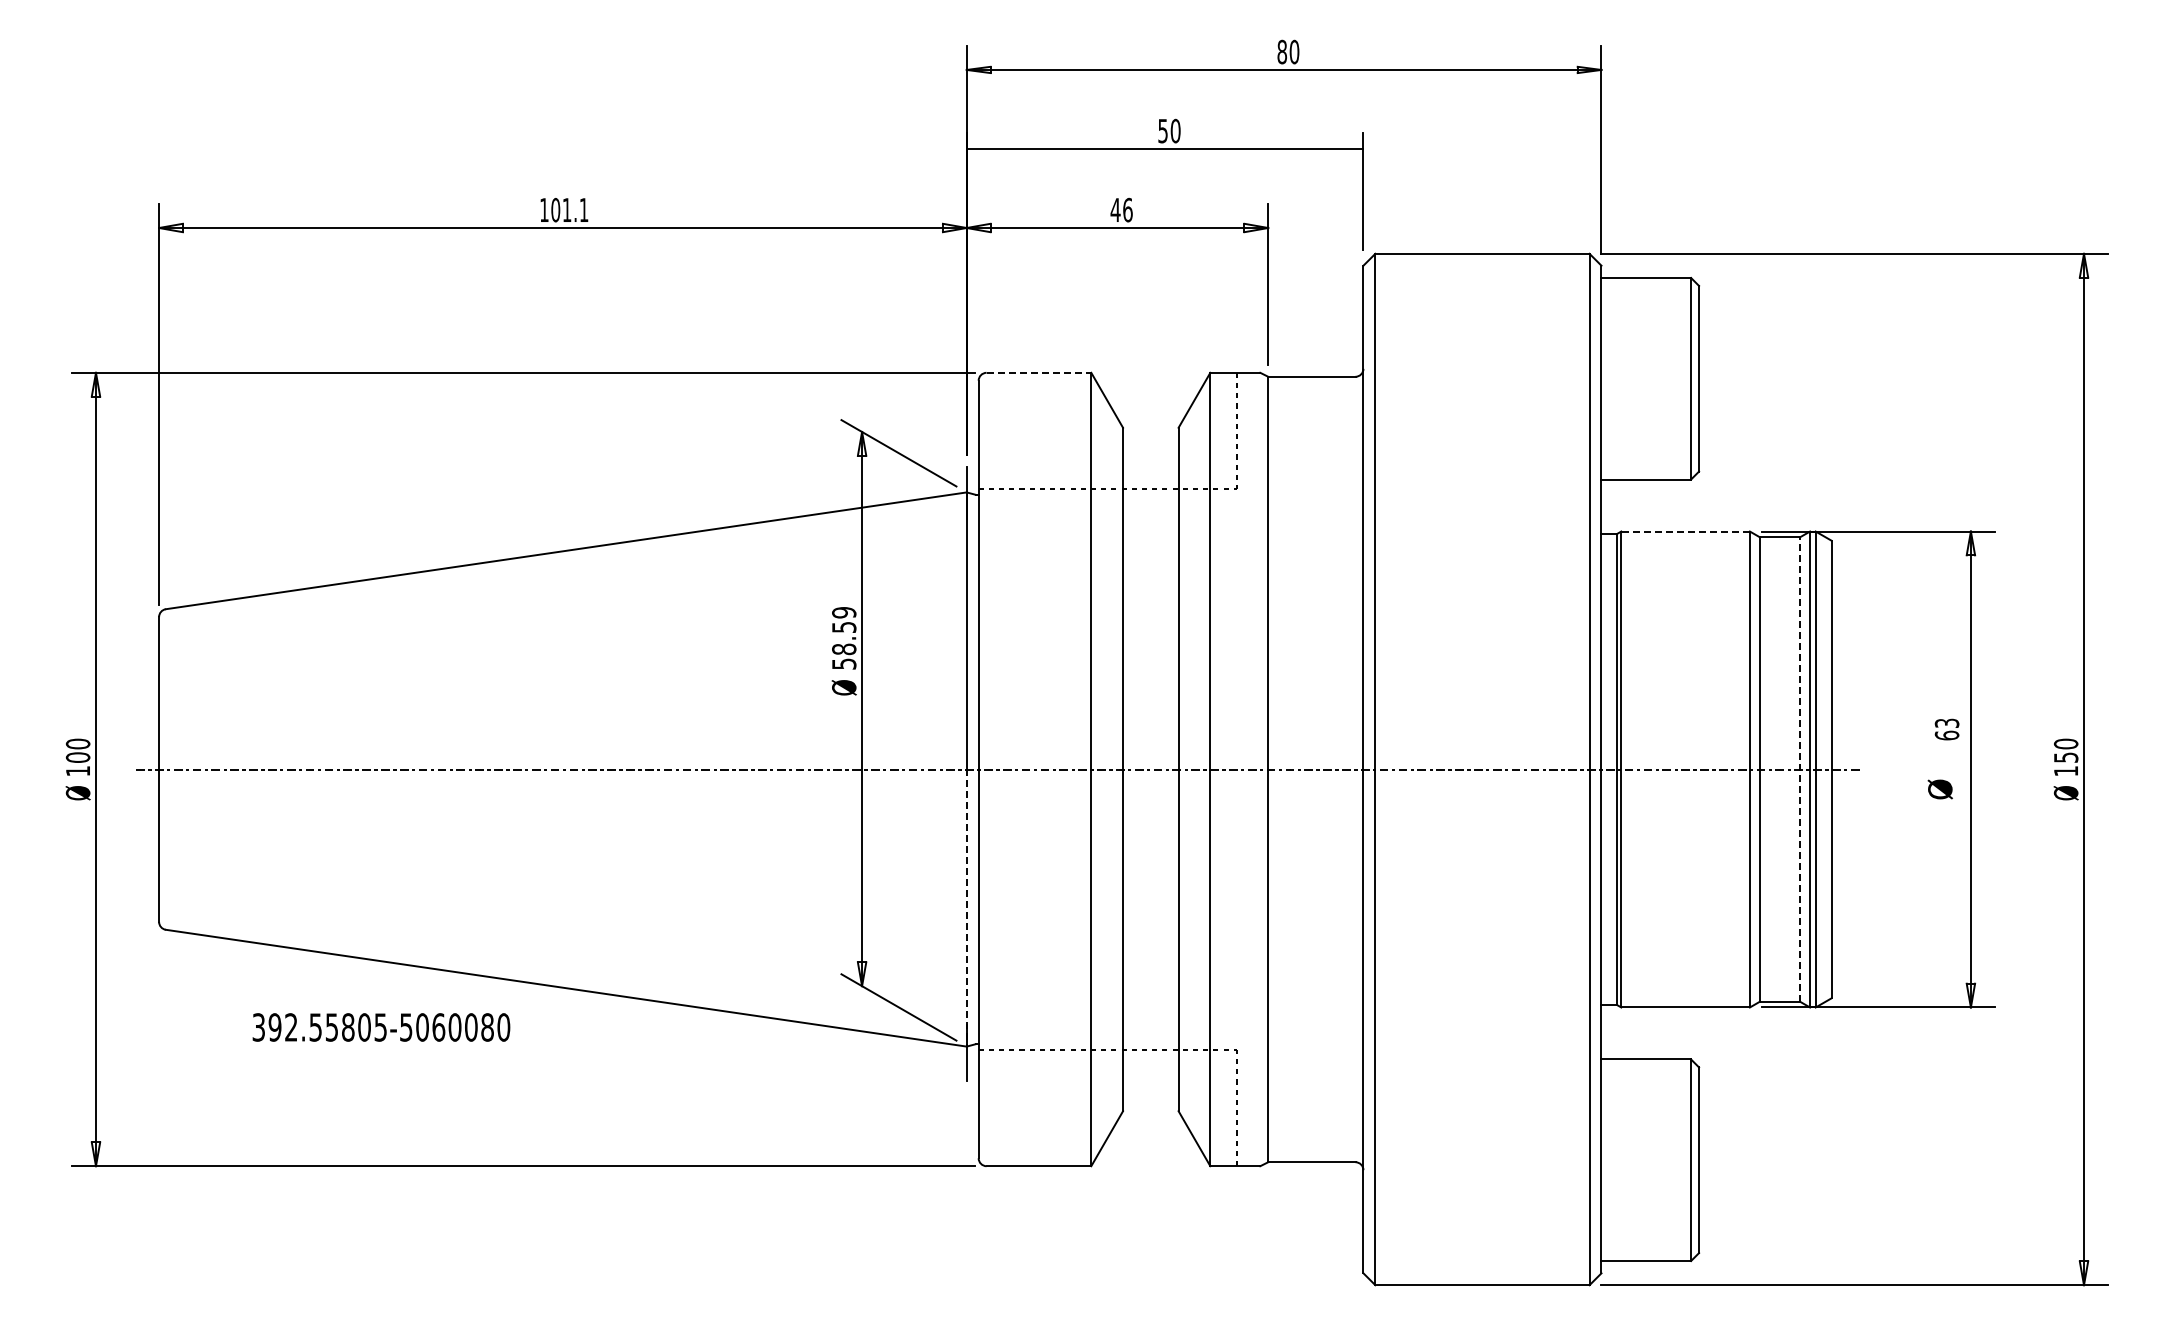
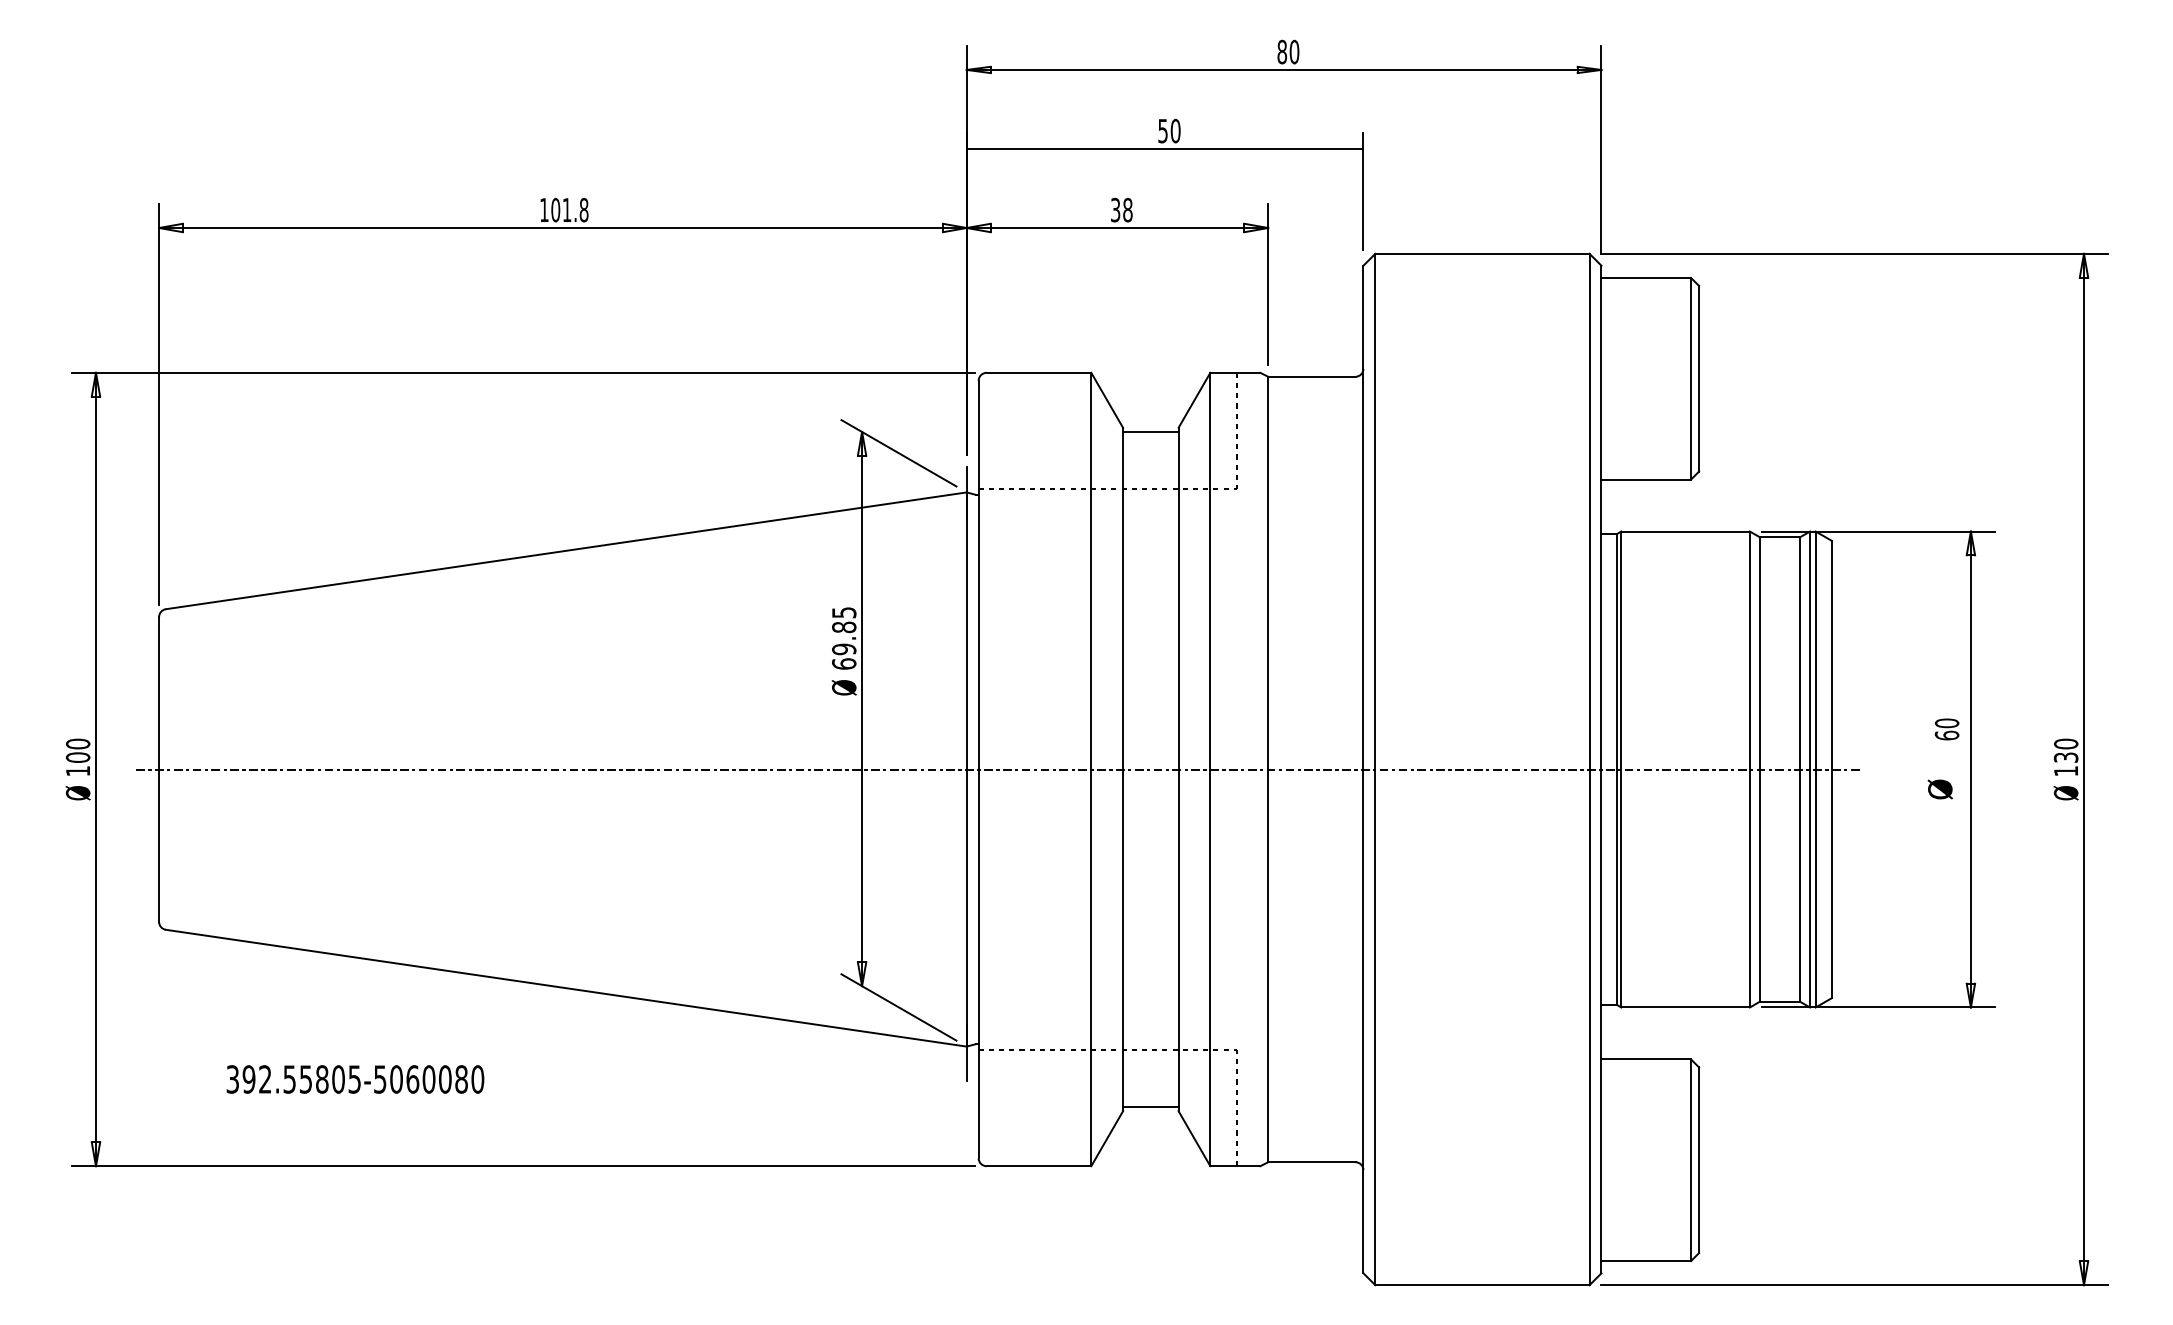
text at (583, 209): 101.1 -> 101.8
text at (1121, 209): 46 -> 38
line at (1039, 372): dashed -> solid
line at (1150, 432): none -> present
line at (1685, 531): dashed -> solid
text at (844, 638): 58.59 -> 69.85
text at (1946, 723): 63 -> 60
text at (2065, 757): 150 -> 130
line at (1799, 769): dashed -> solid
line at (966, 907): dashed -> solid
text at (381, 1027) position: (381, 1027) -> (355, 1079)
line at (1150, 1106): none -> present
